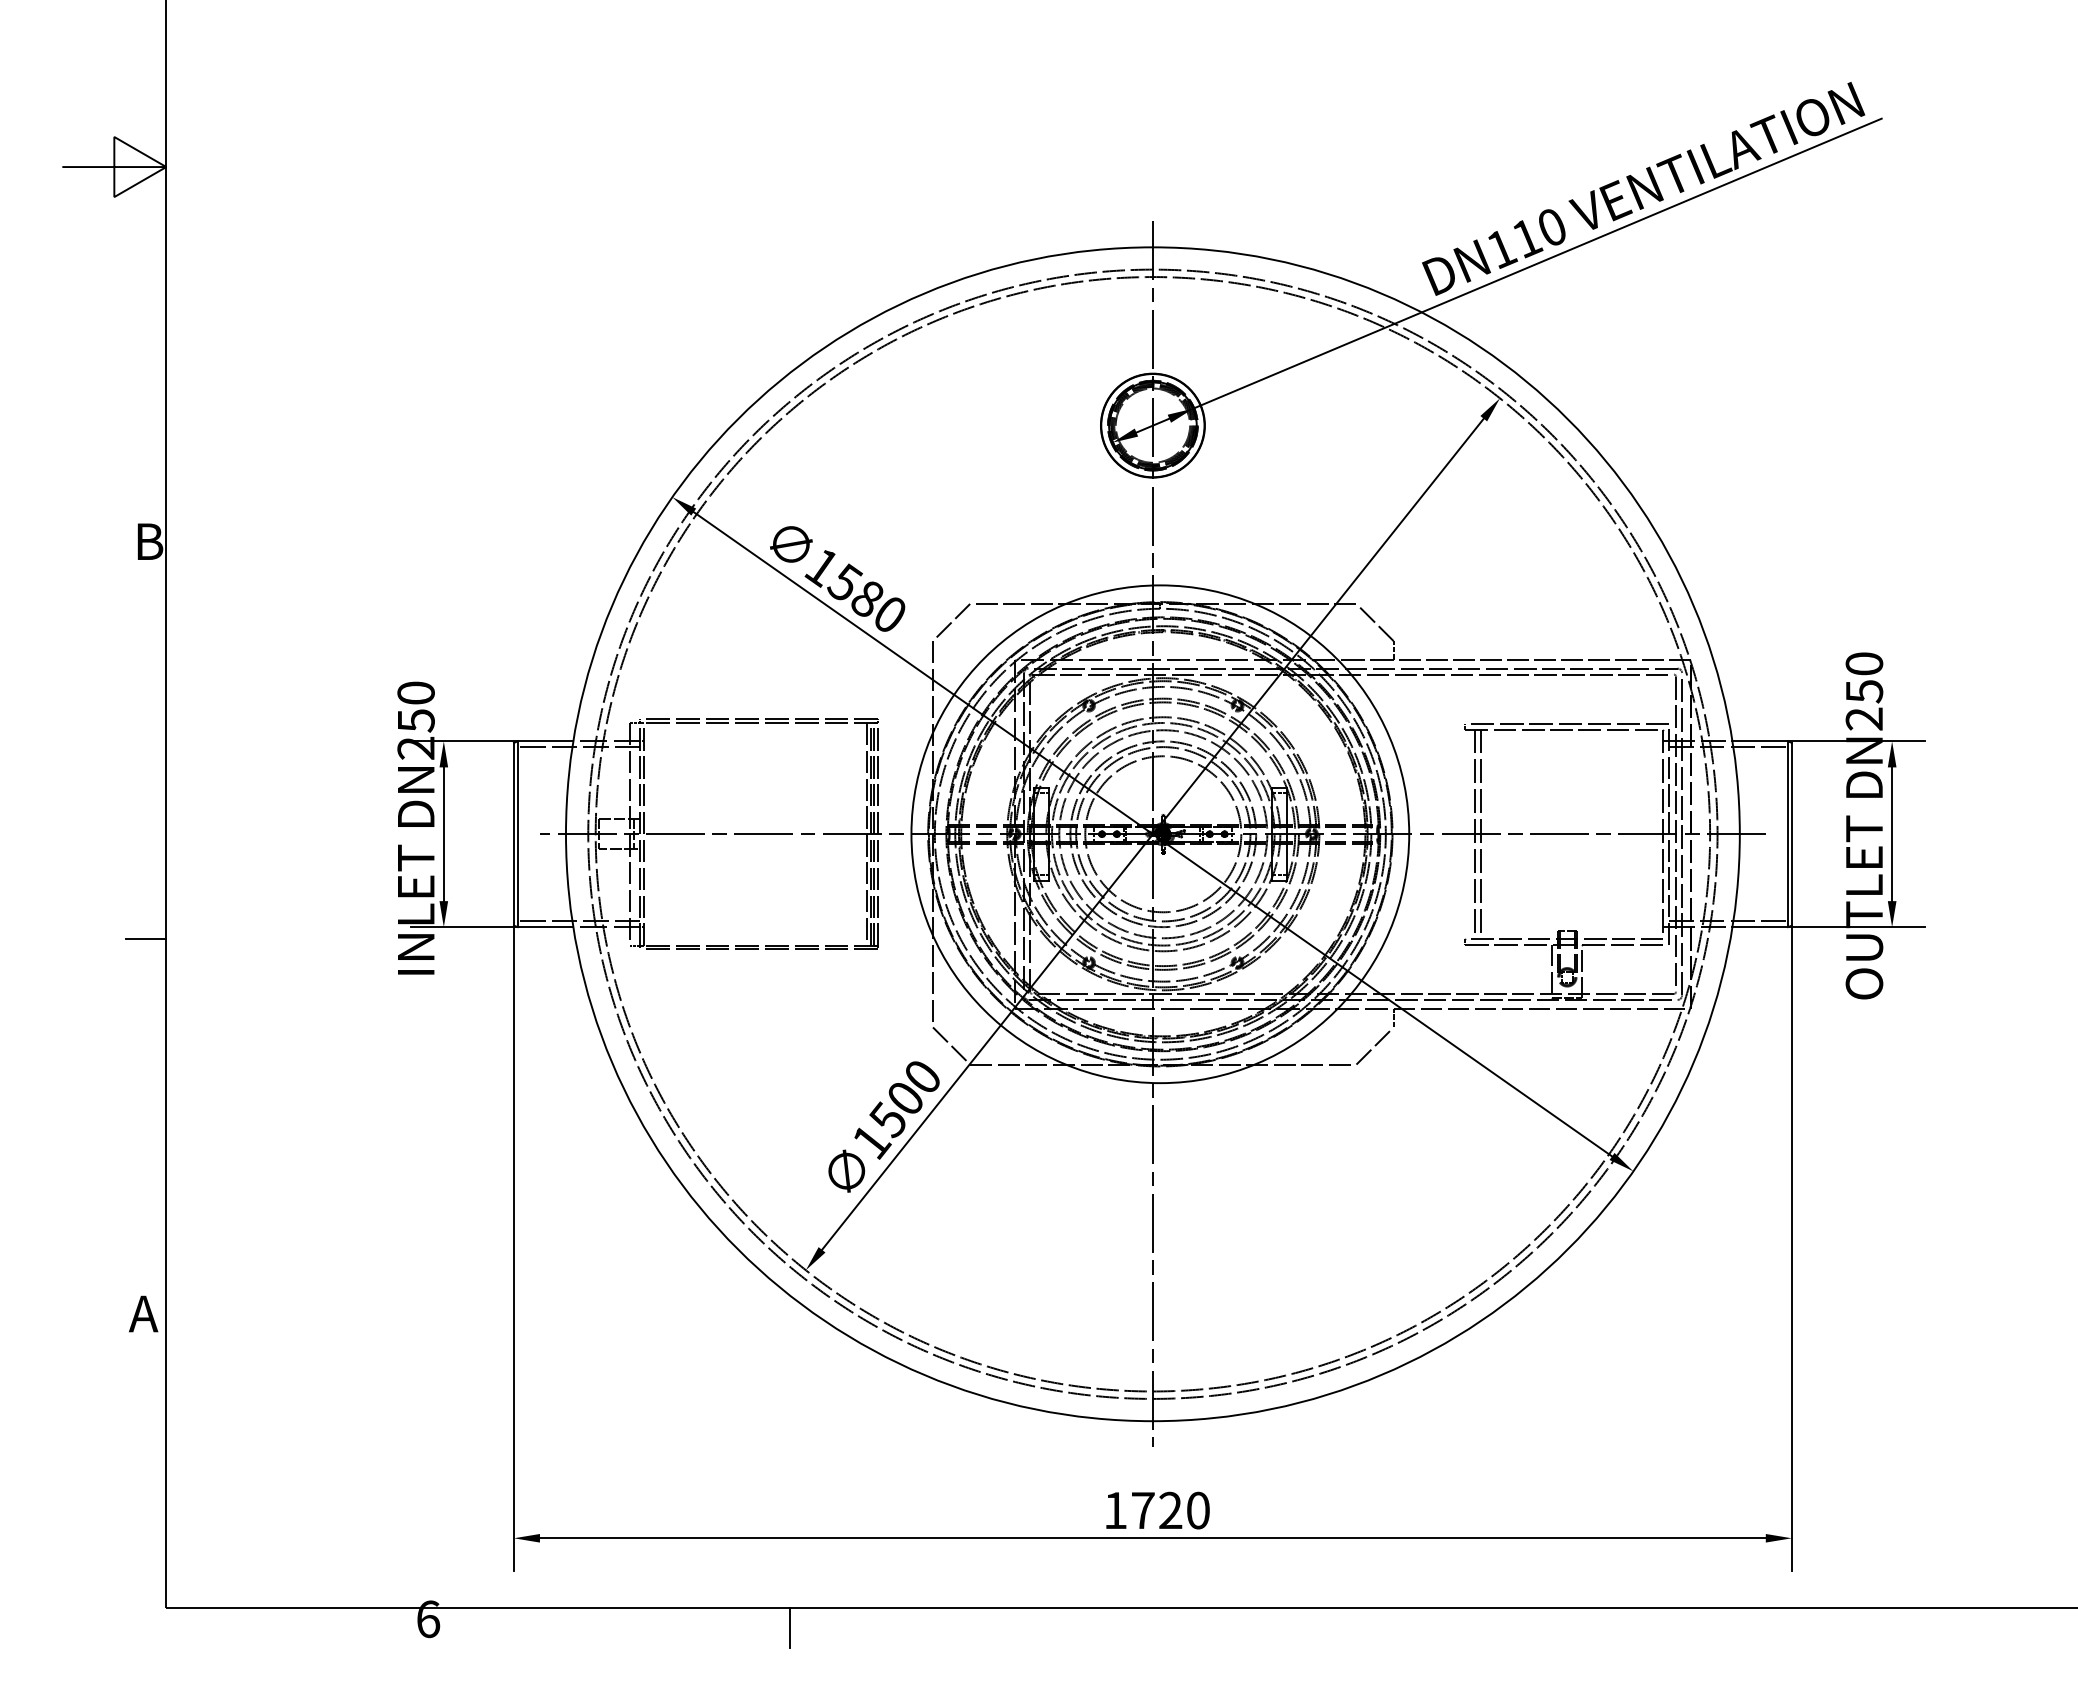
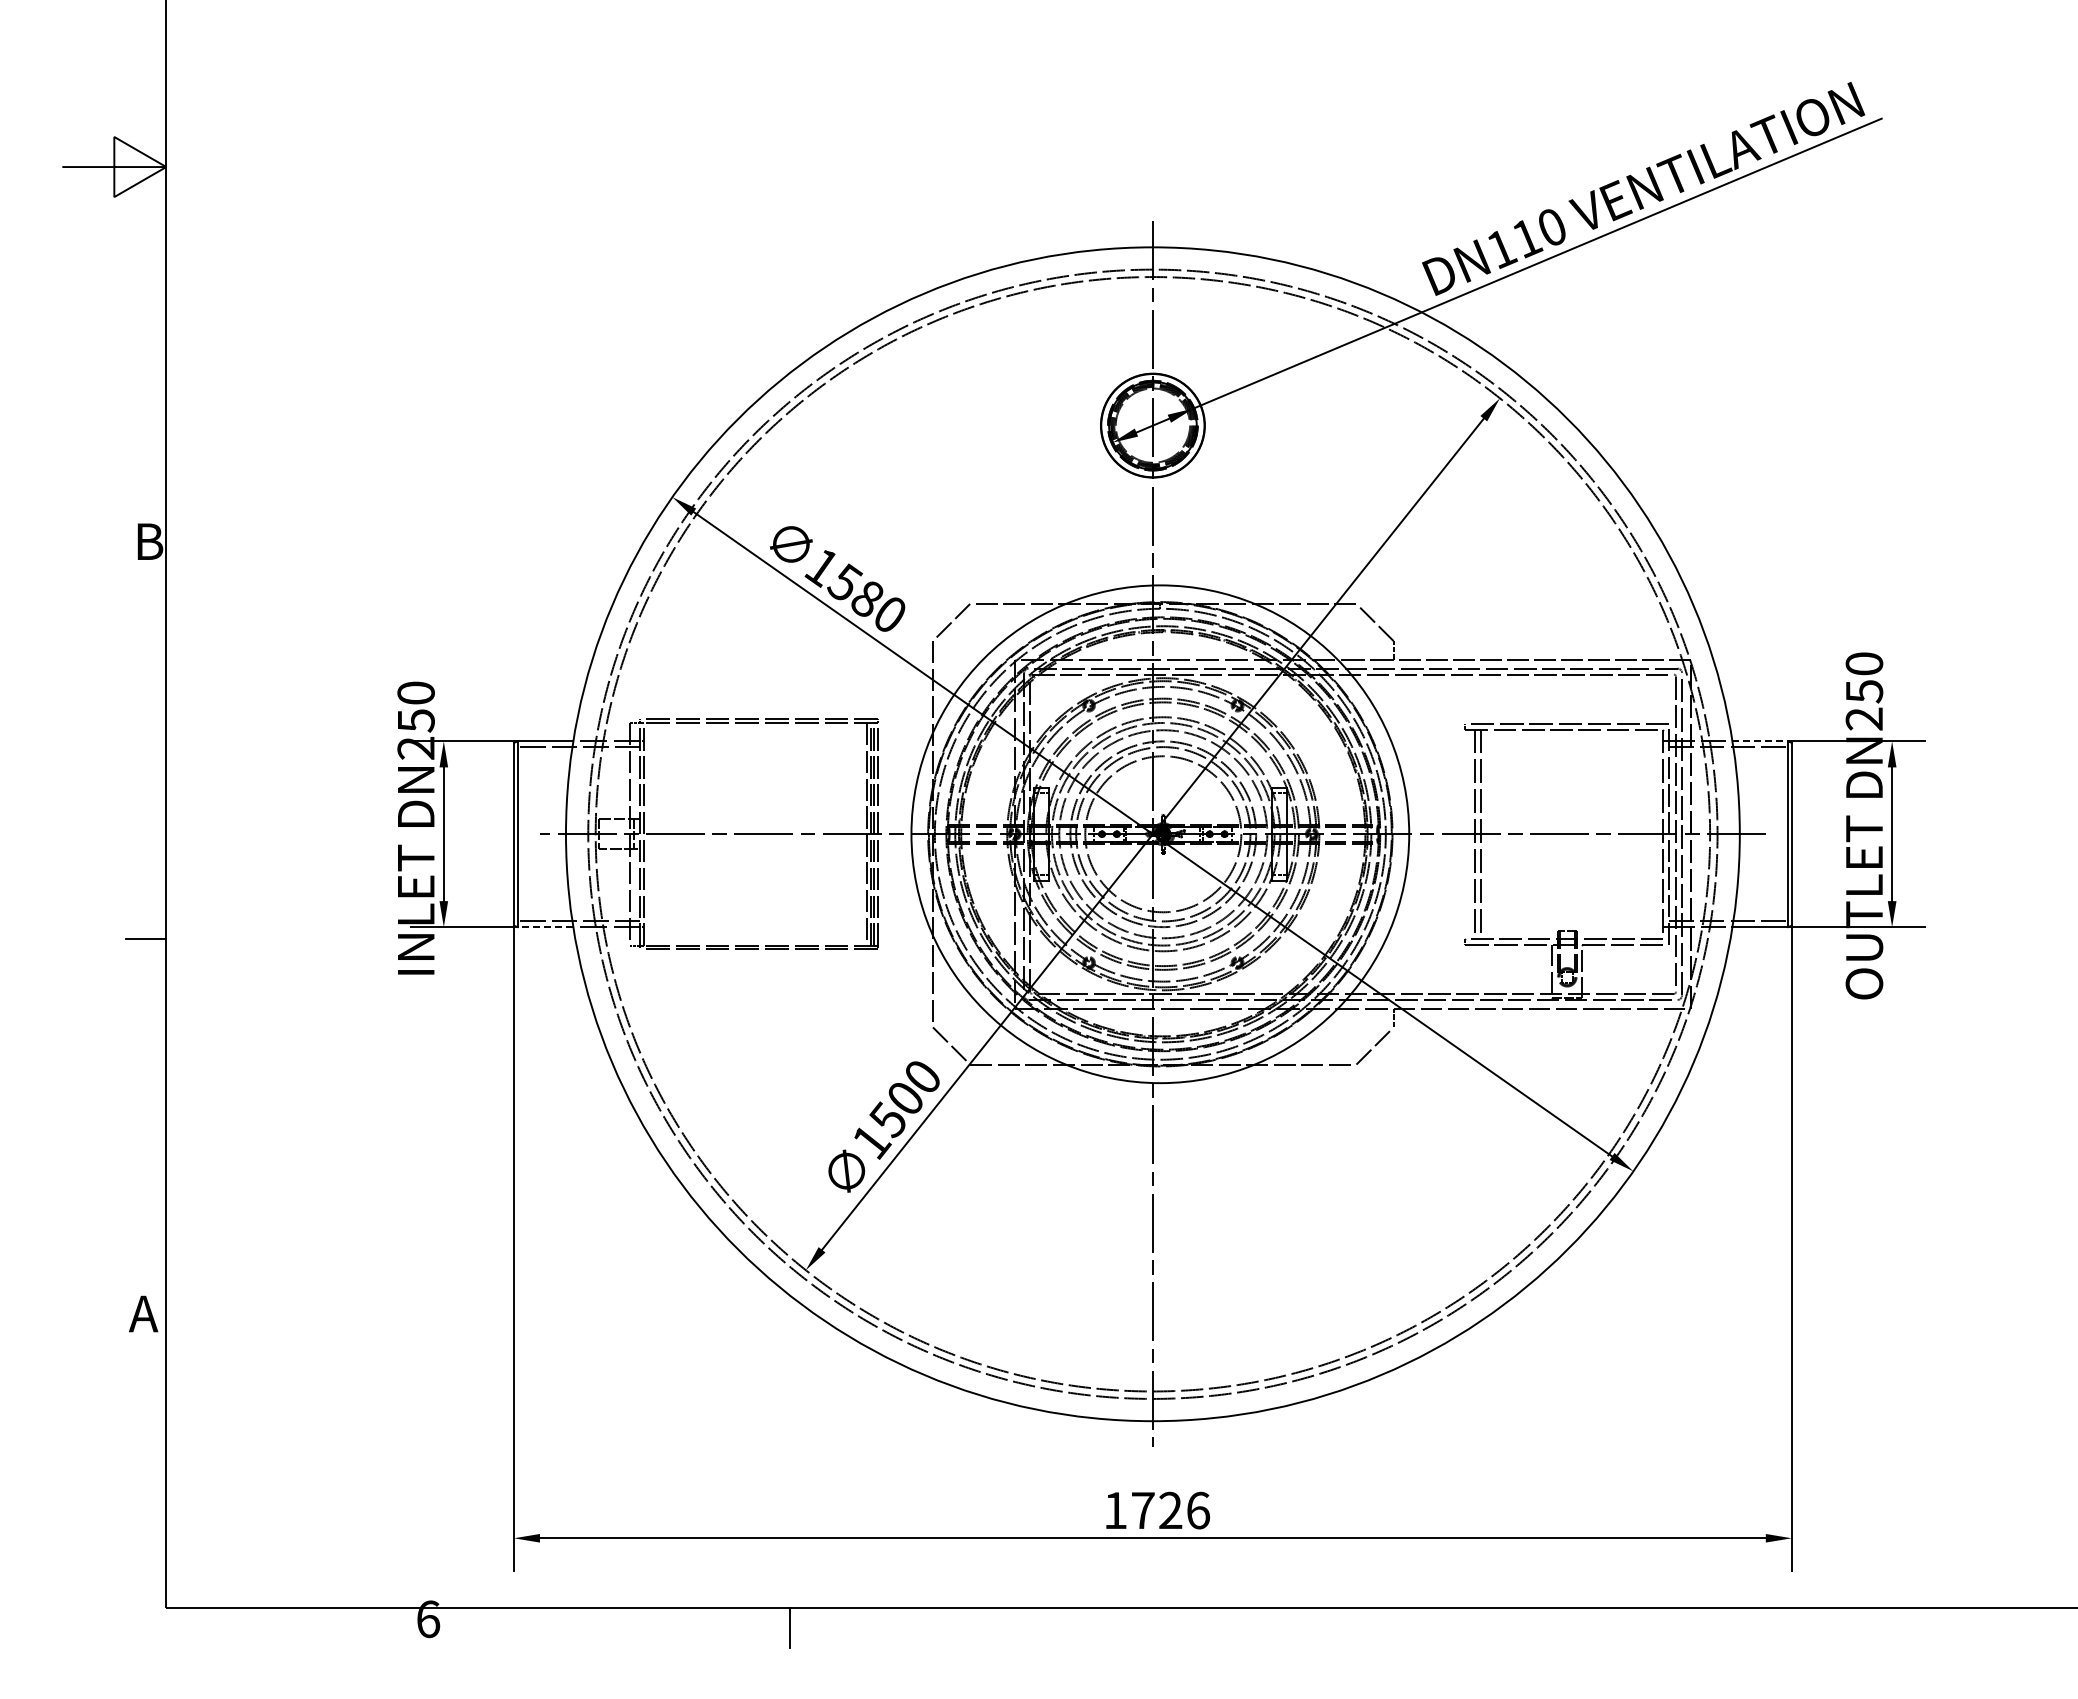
line at (1760, 741): solid -> dashed
line at (545, 927): solid -> dashed
text at (1198, 1510): 1720 -> 1726
